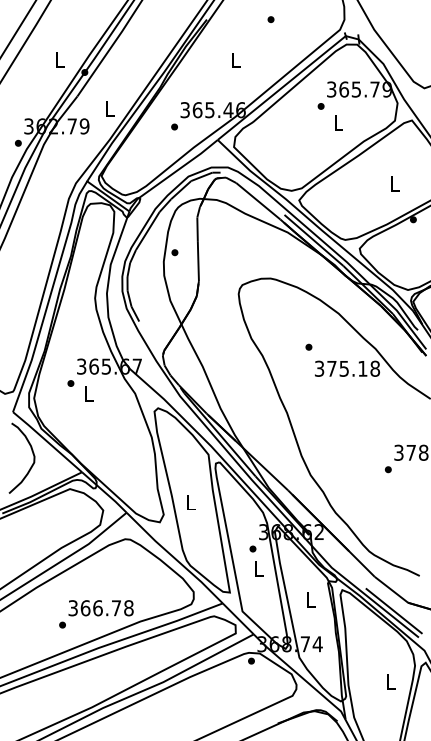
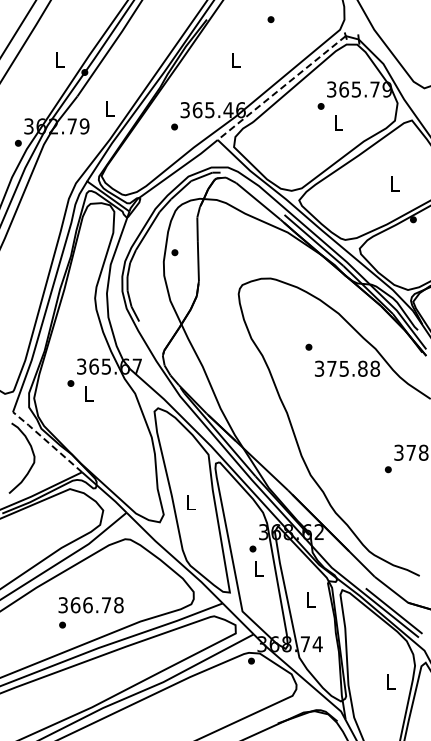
line at (281, 88): solid -> dashed
text at (362, 368): 375.18 -> 375.88
line at (47, 441): solid -> dashed
text at (100, 608) position: (100, 608) -> (90, 605)
